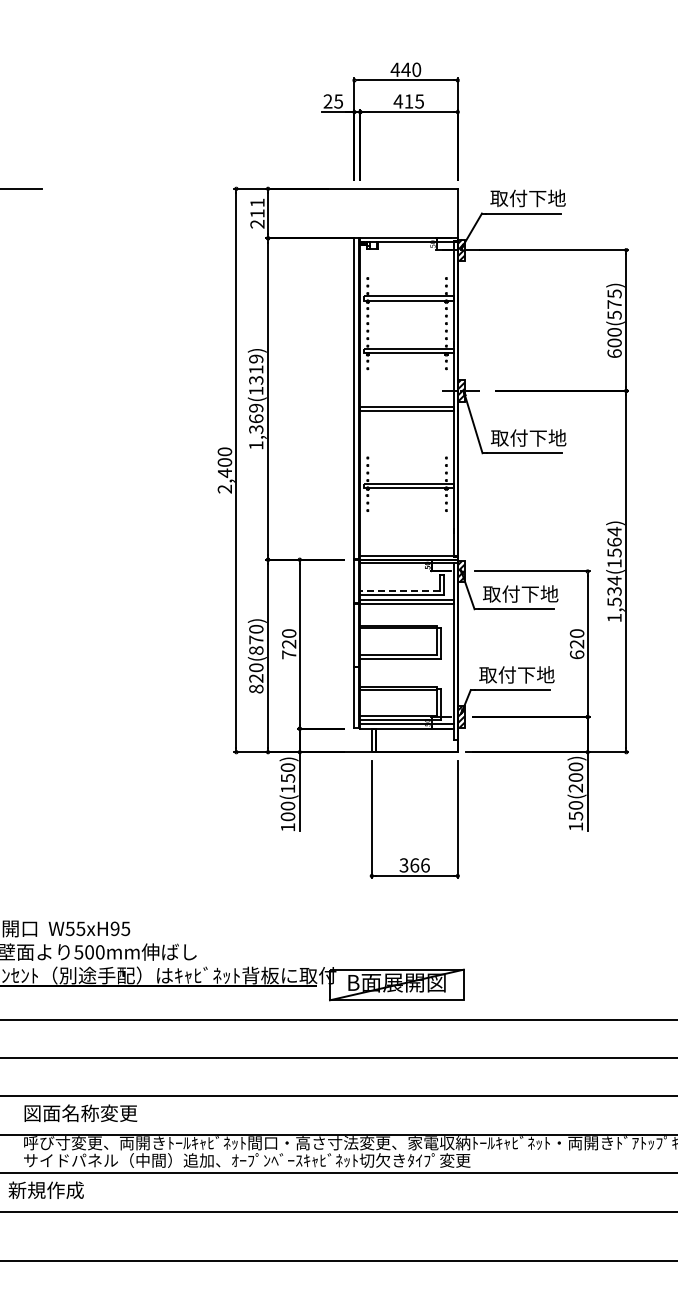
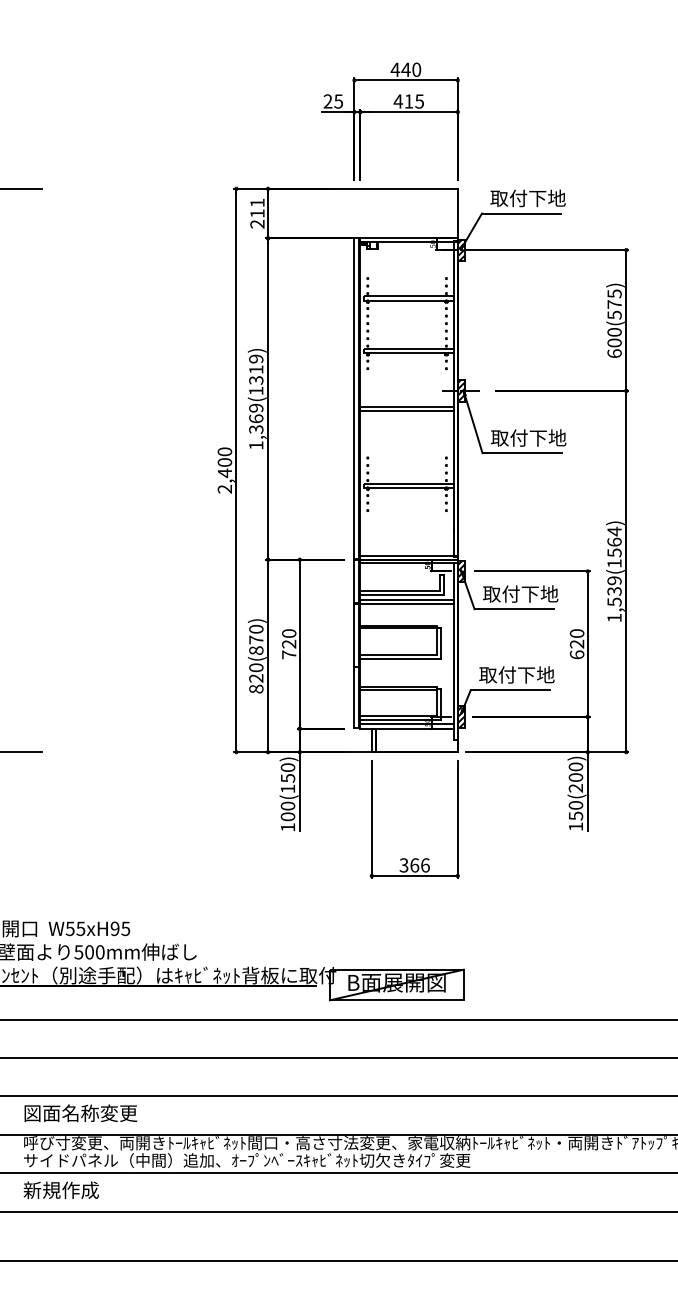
text at (614, 580): 1,534(1564) -> 1,539(1564)
line at (400, 590): dashed -> solid
line at (21, 752): none -> present
text at (45, 1189) position: (45, 1189) -> (60, 1189)
